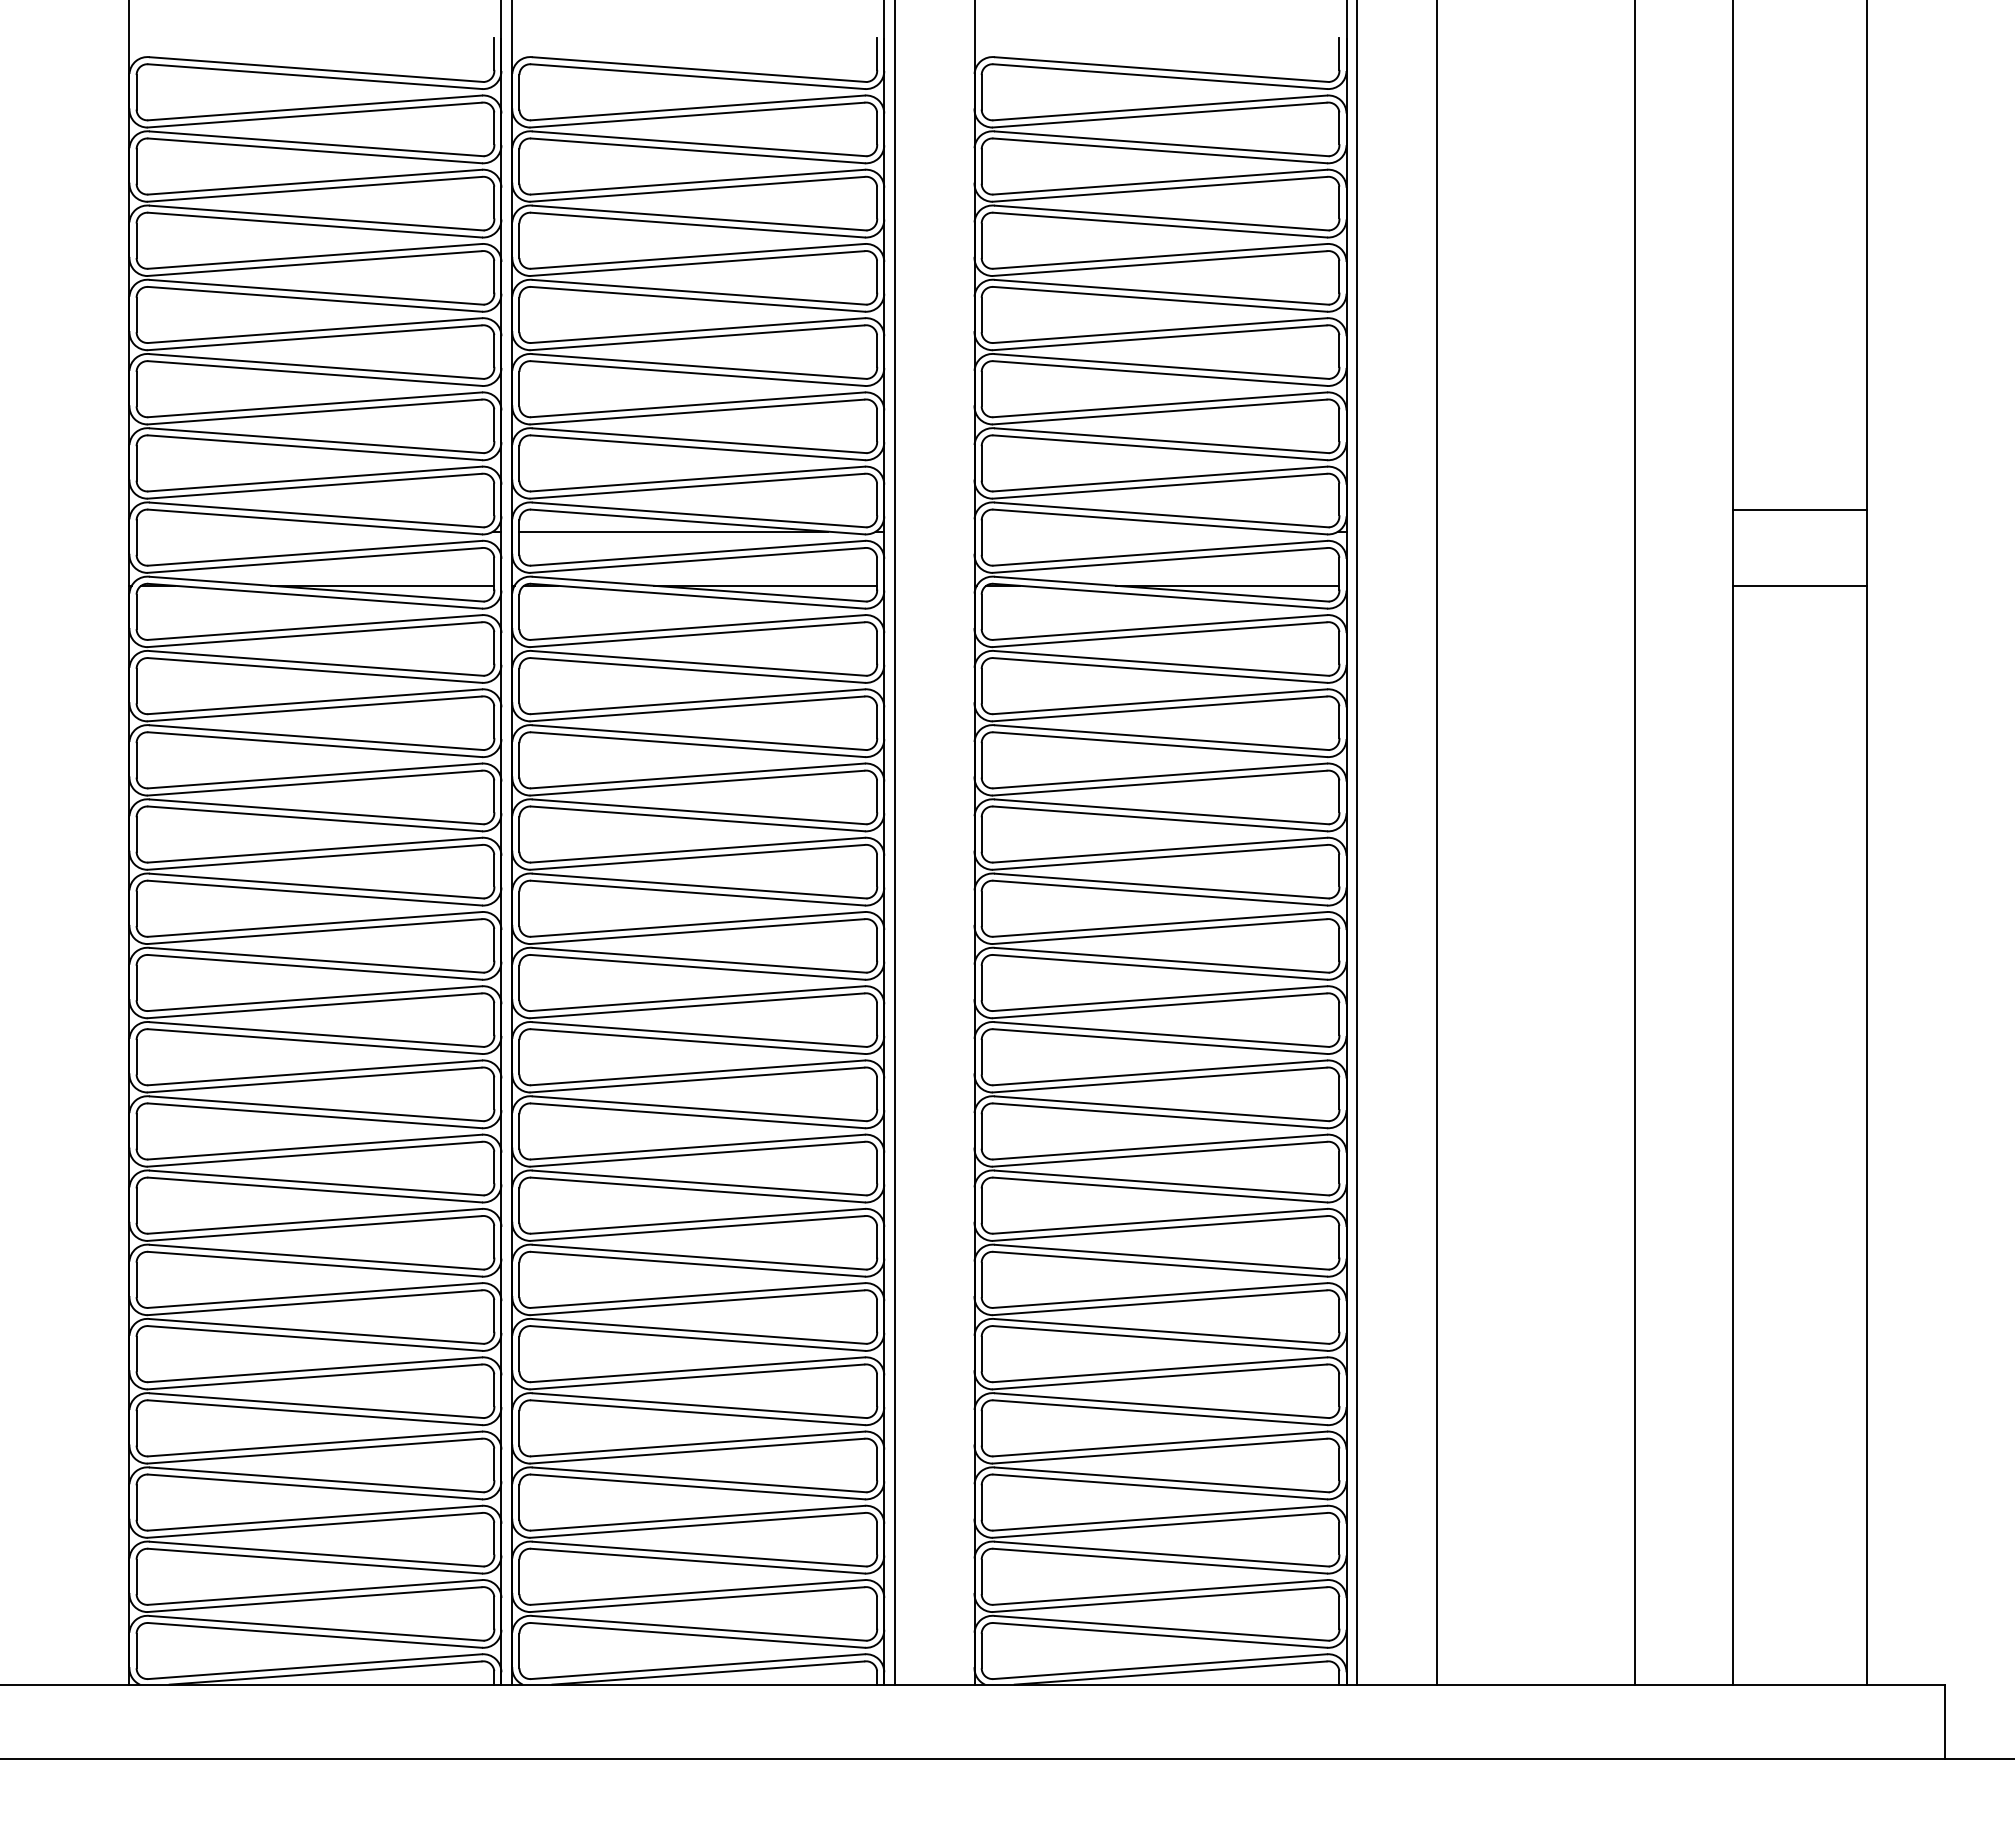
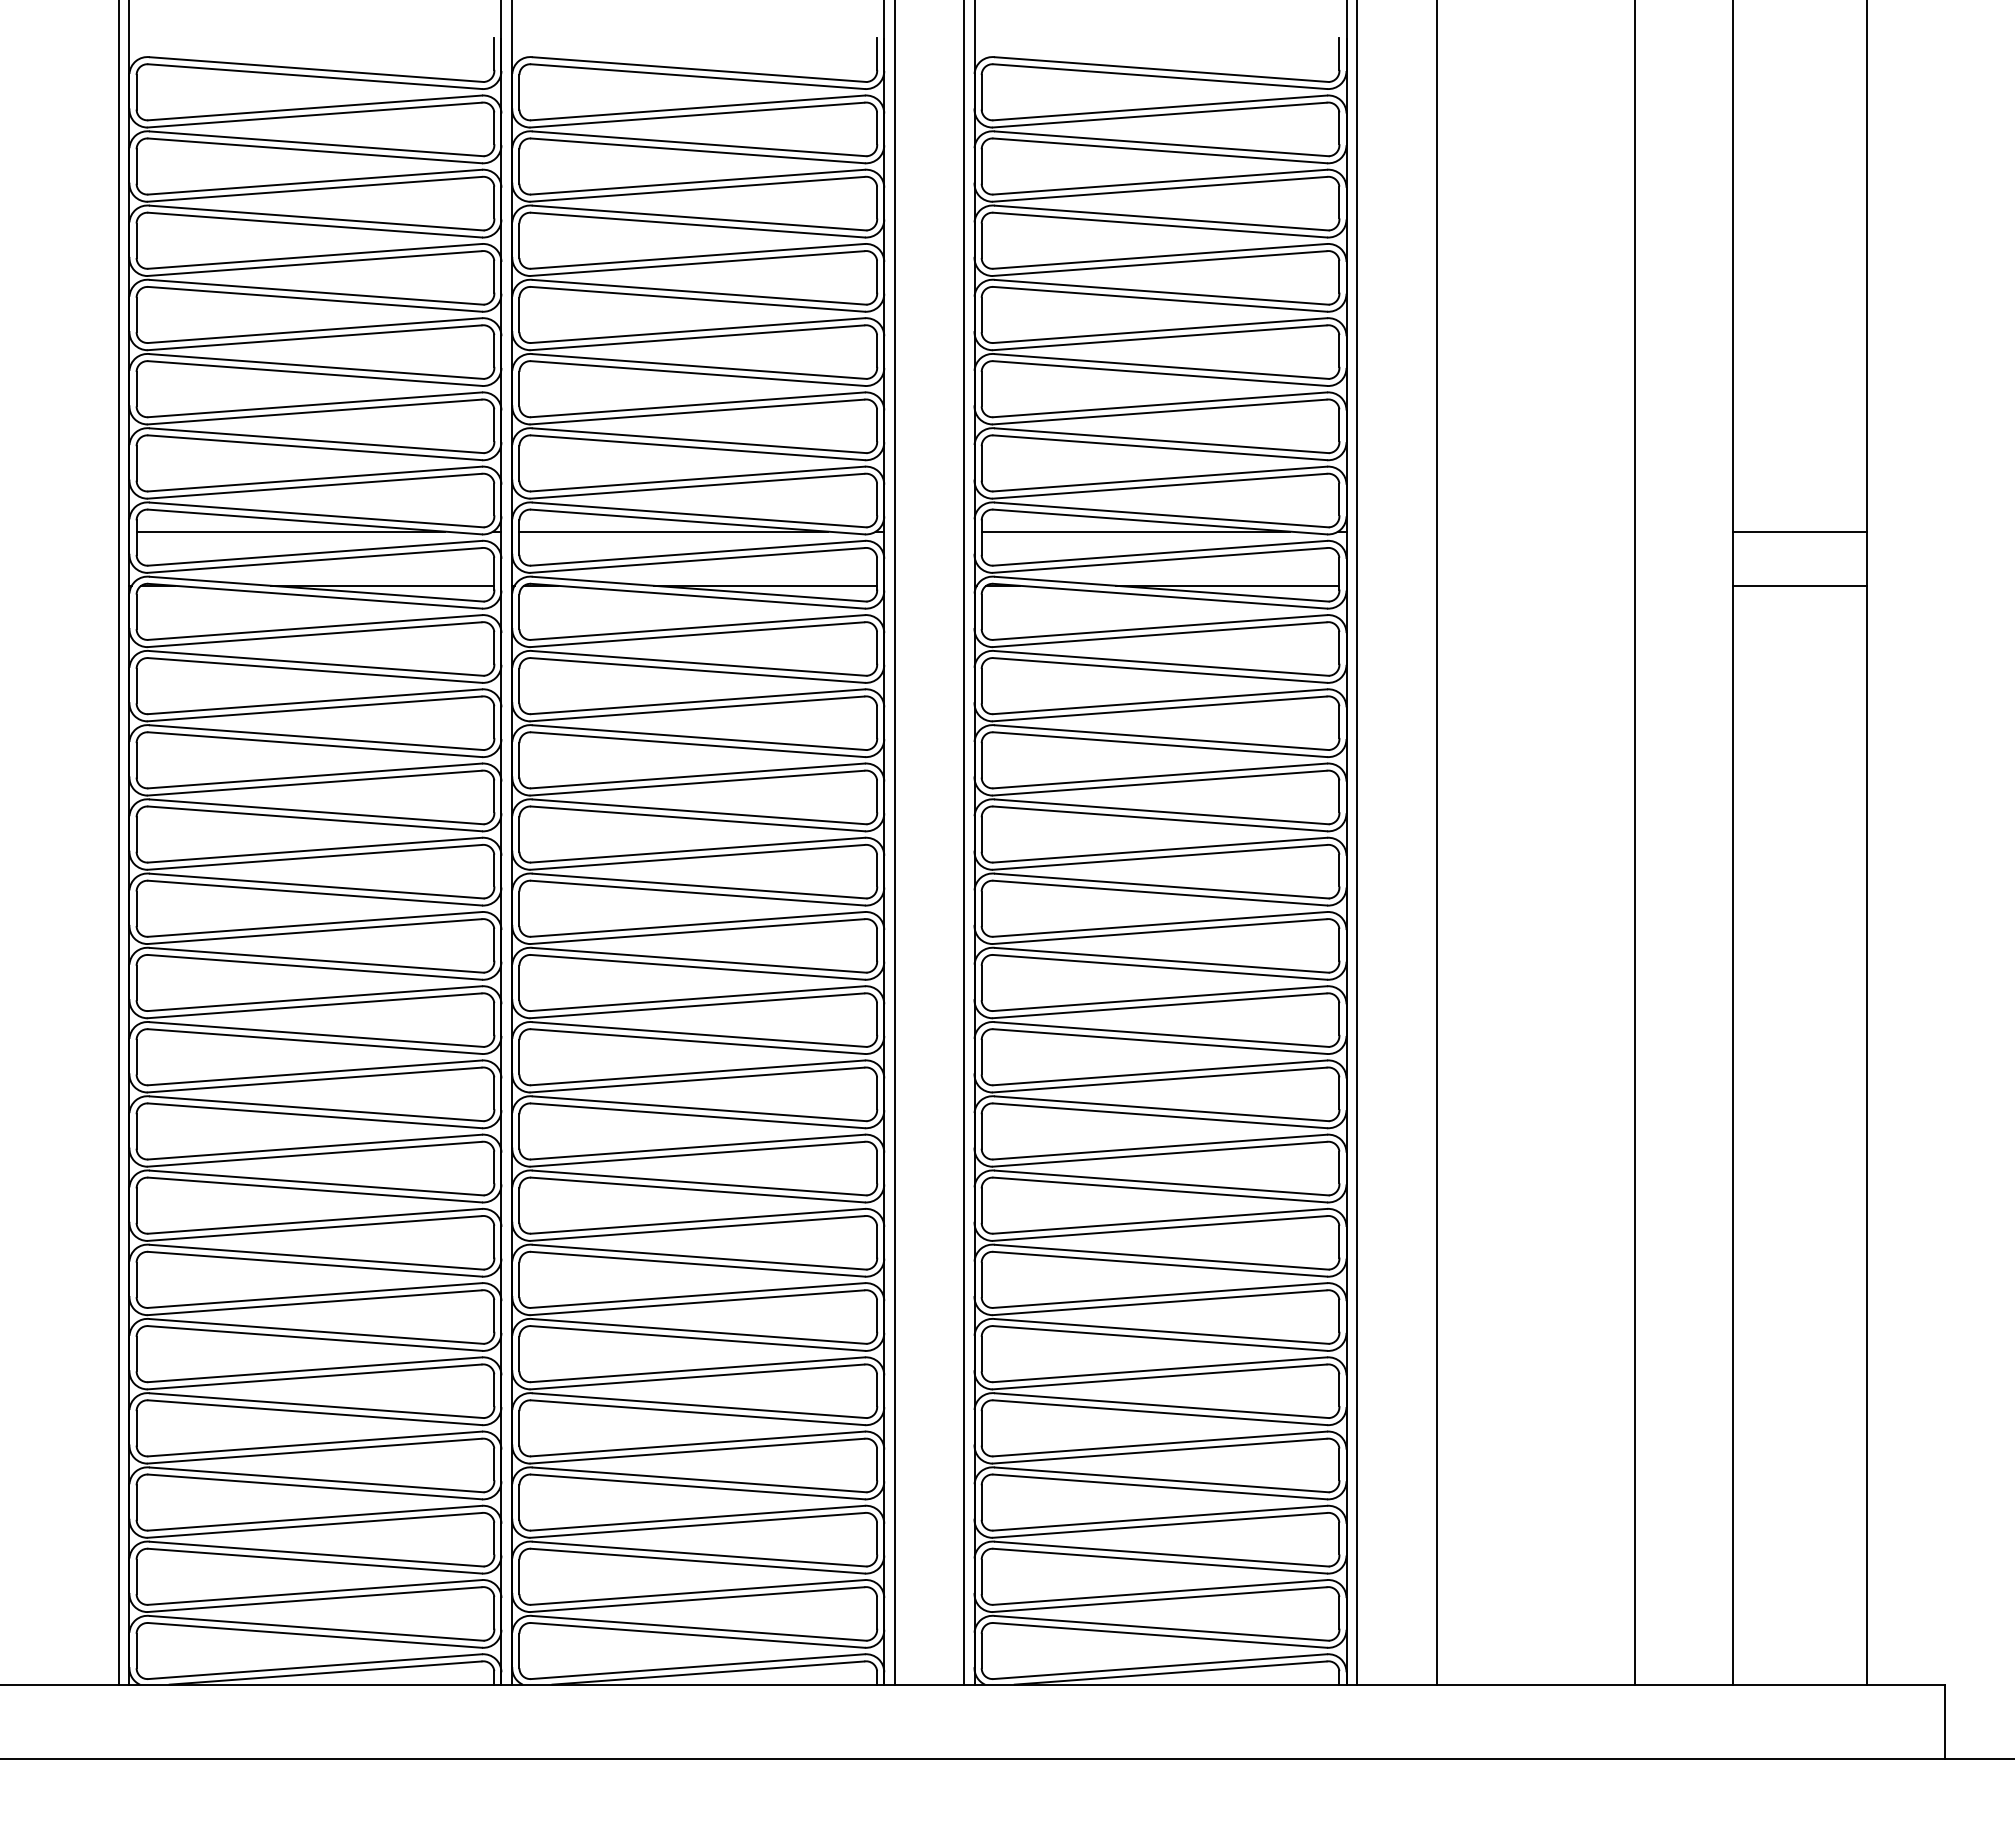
line at (1800, 509) position: (1800, 509) -> (1800, 531)
line at (290, 531): none -> present
line at (1135, 531): none -> present
line at (118, 843): none -> present
line at (963, 843): none -> present
